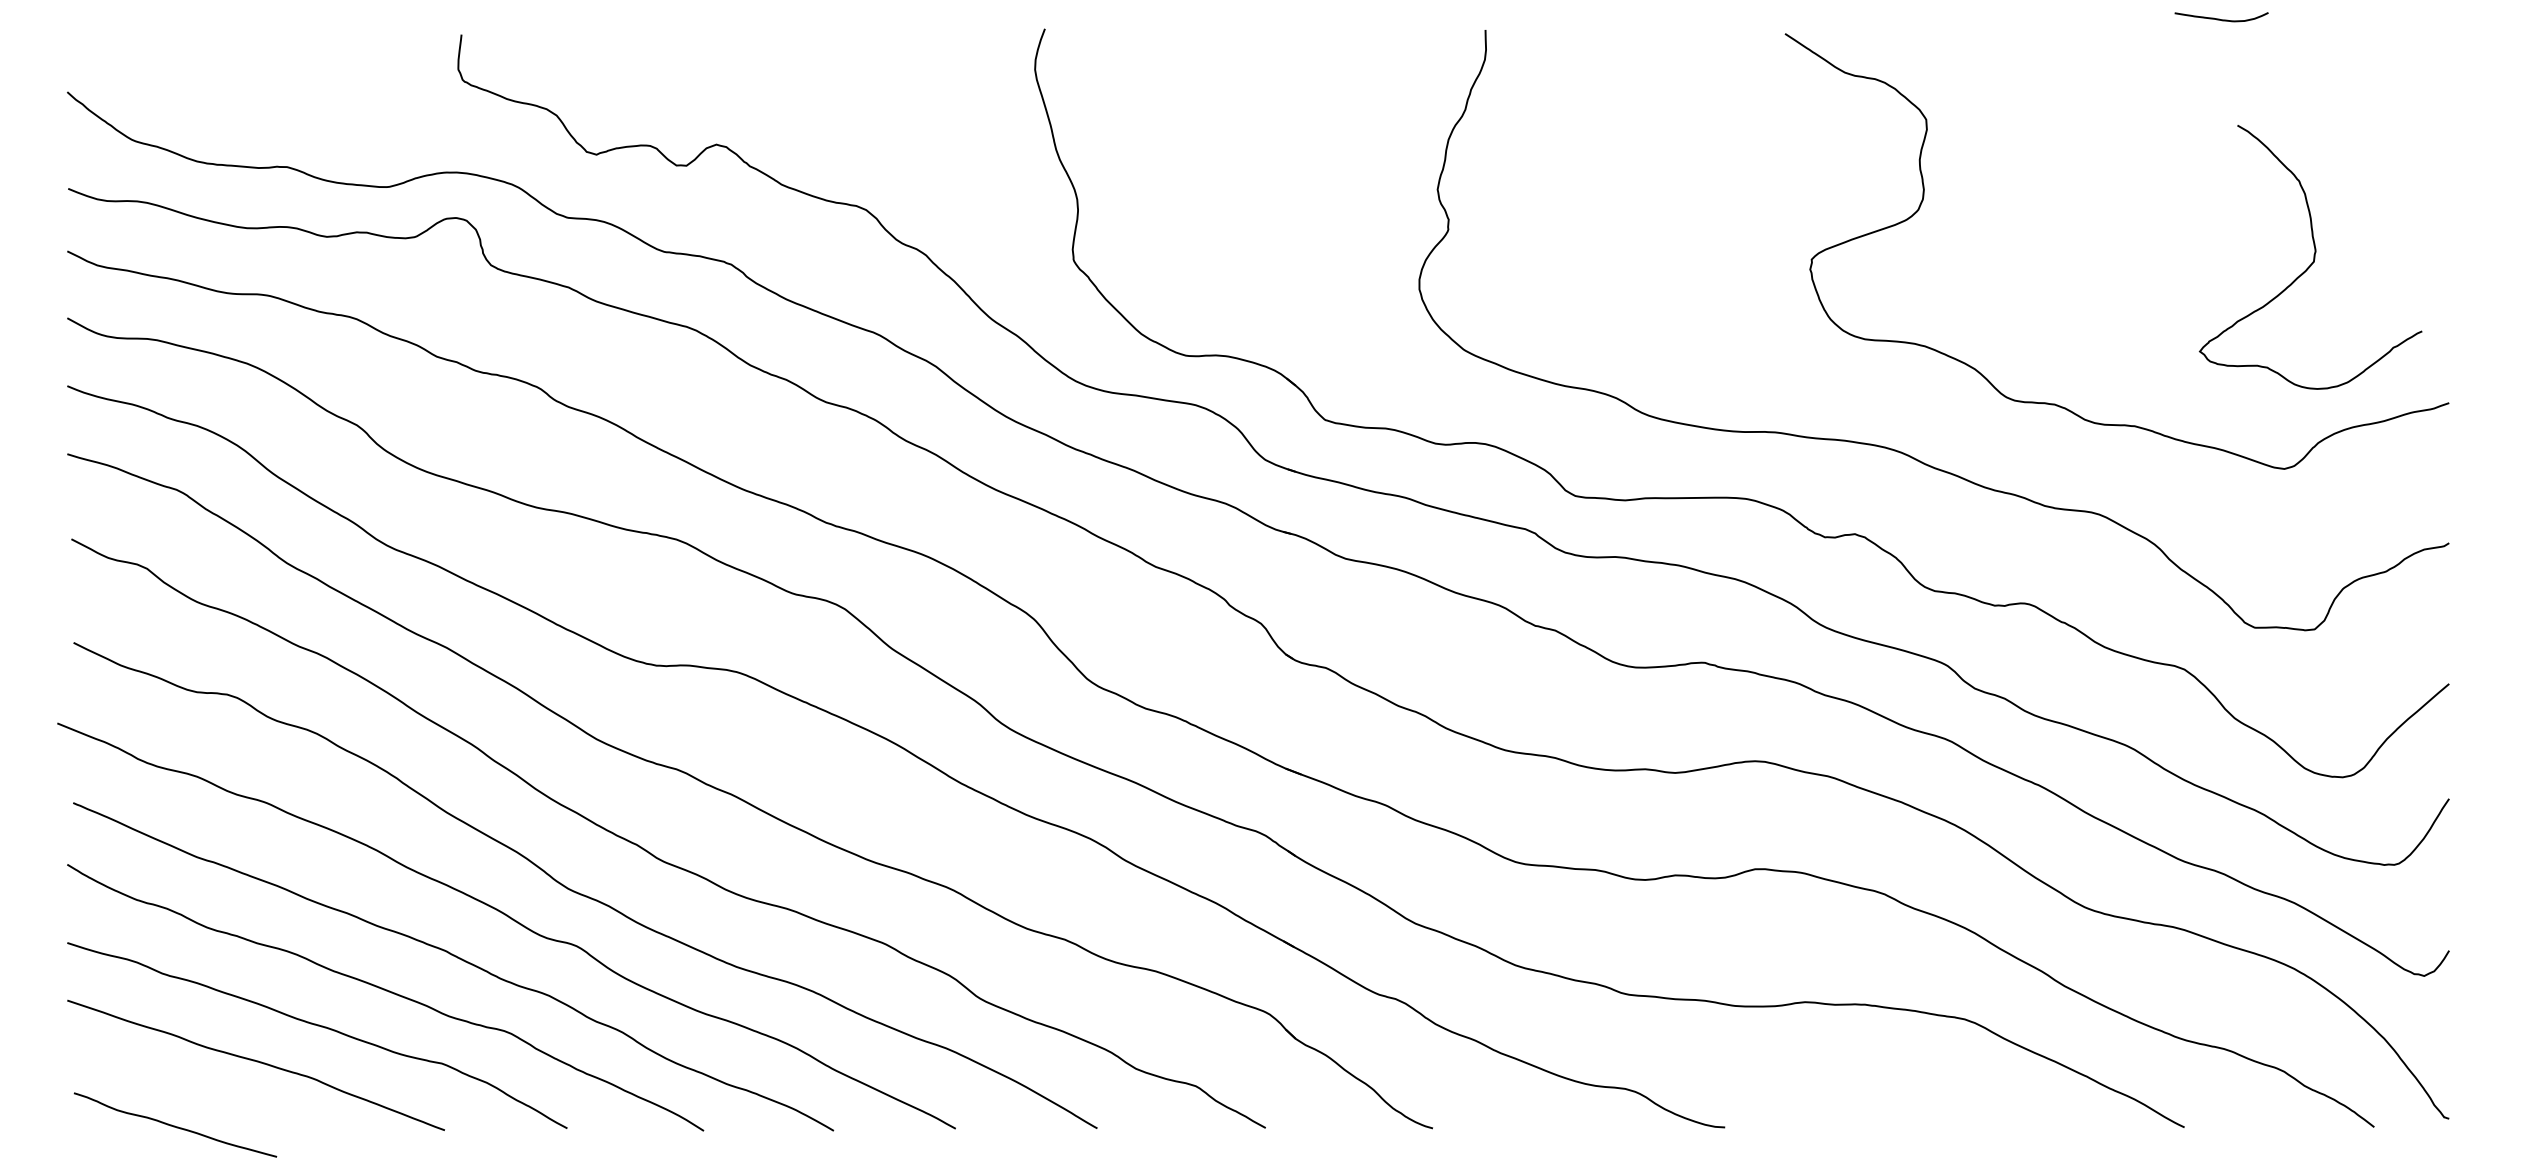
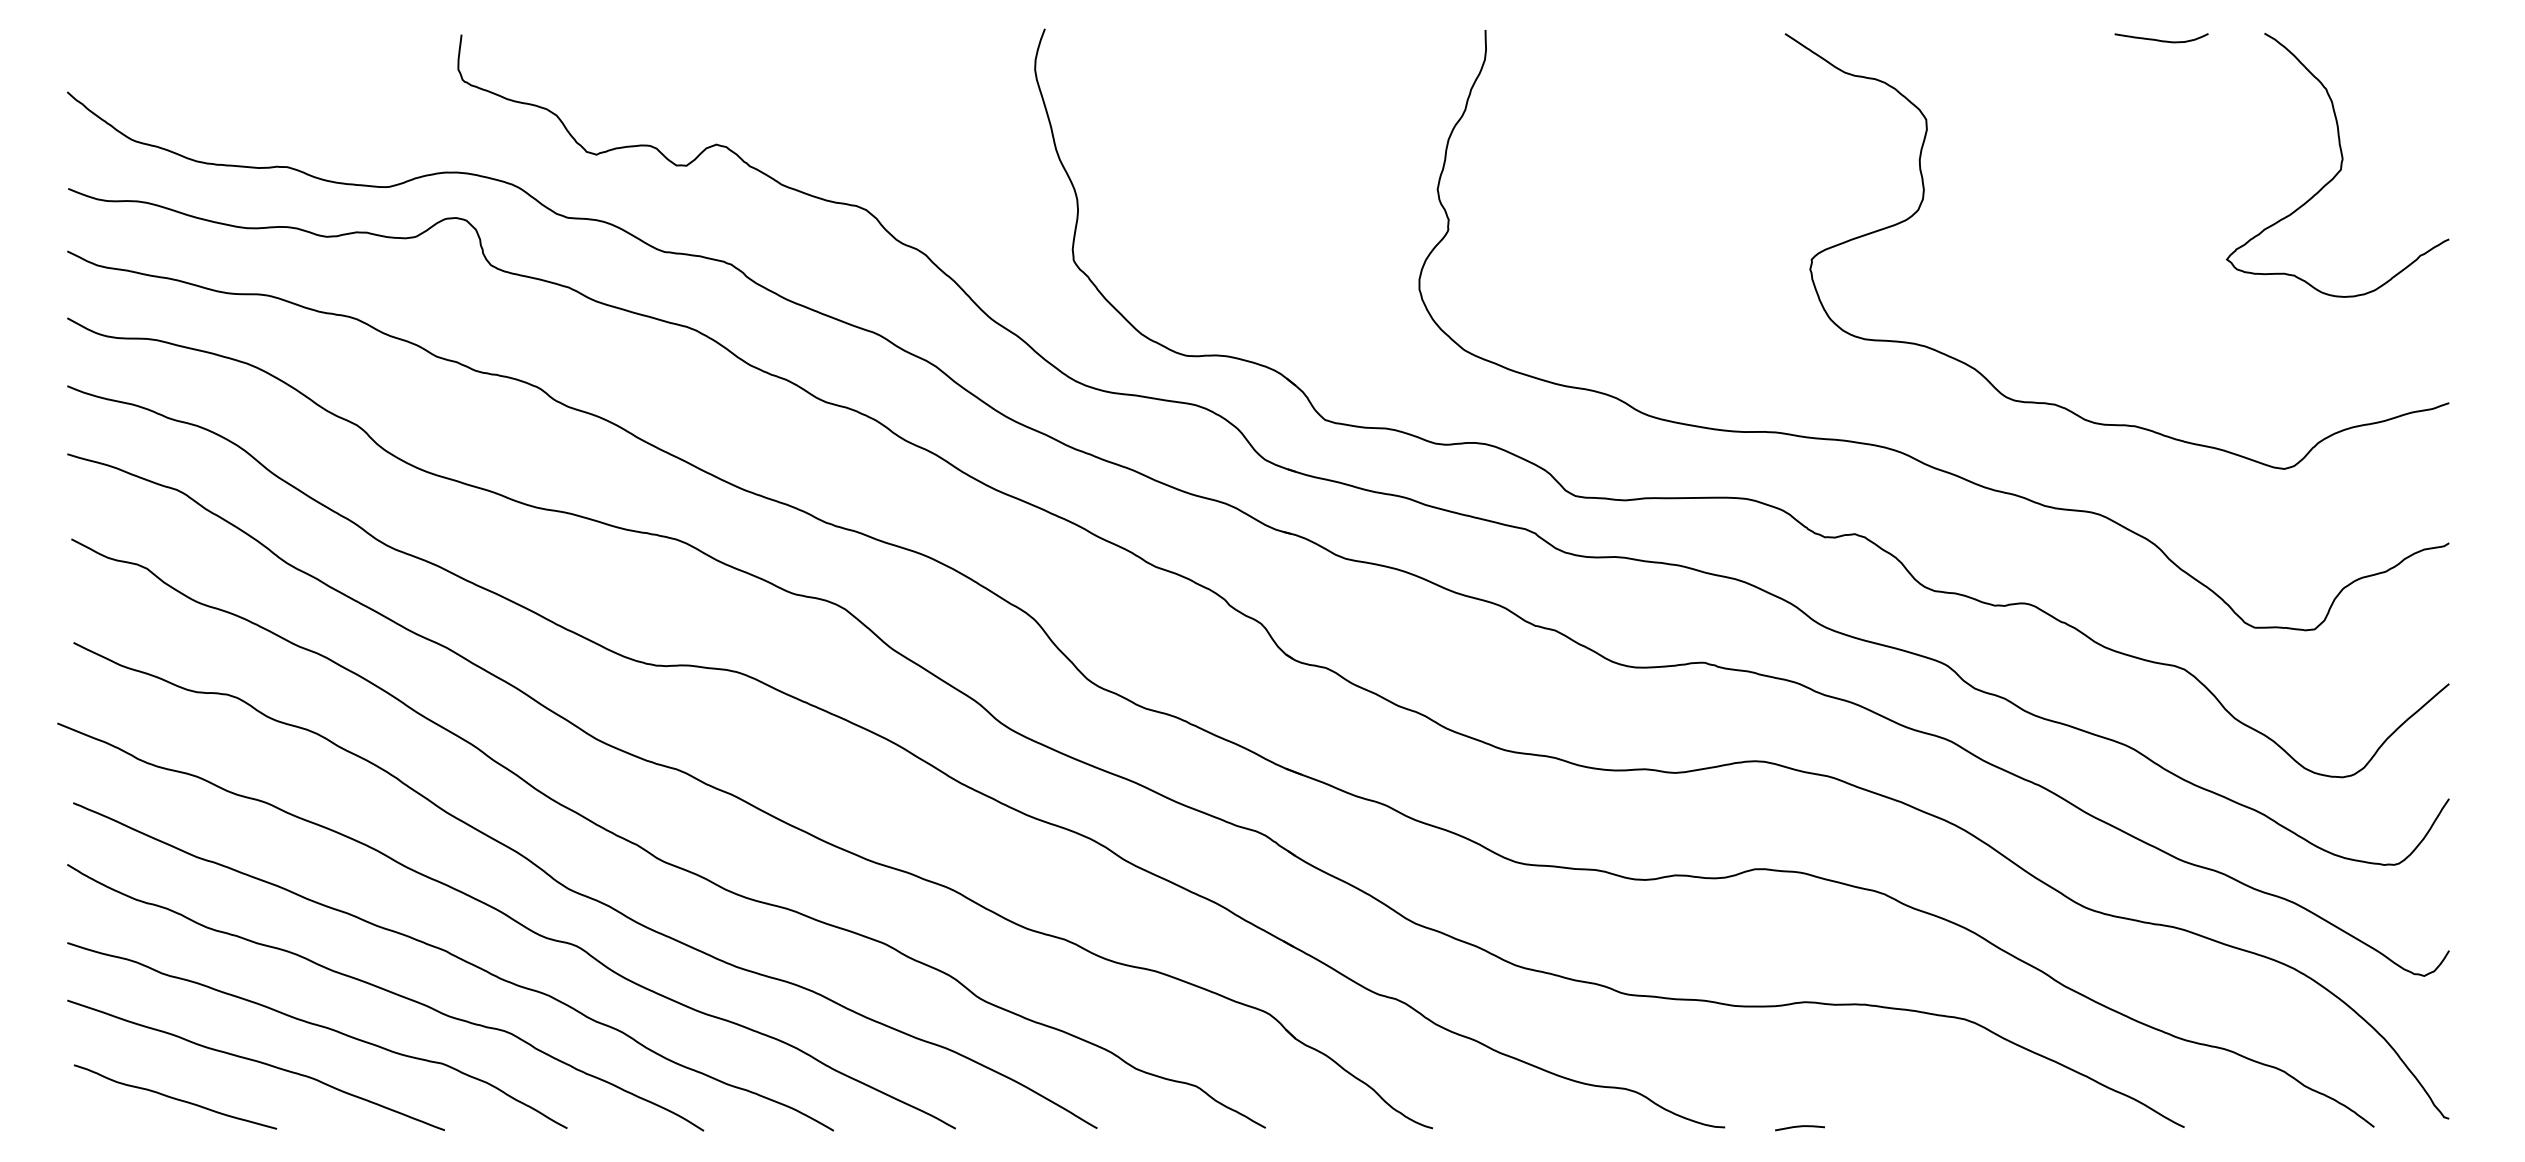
curve at (2221, 19) position: (2221, 19) -> (2161, 40)
curve at (2313, 257) position: (2313, 257) -> (2340, 165)
curve at (175, 1125) position: (175, 1125) -> (175, 1097)
curve at (1799, 1127): none -> present
